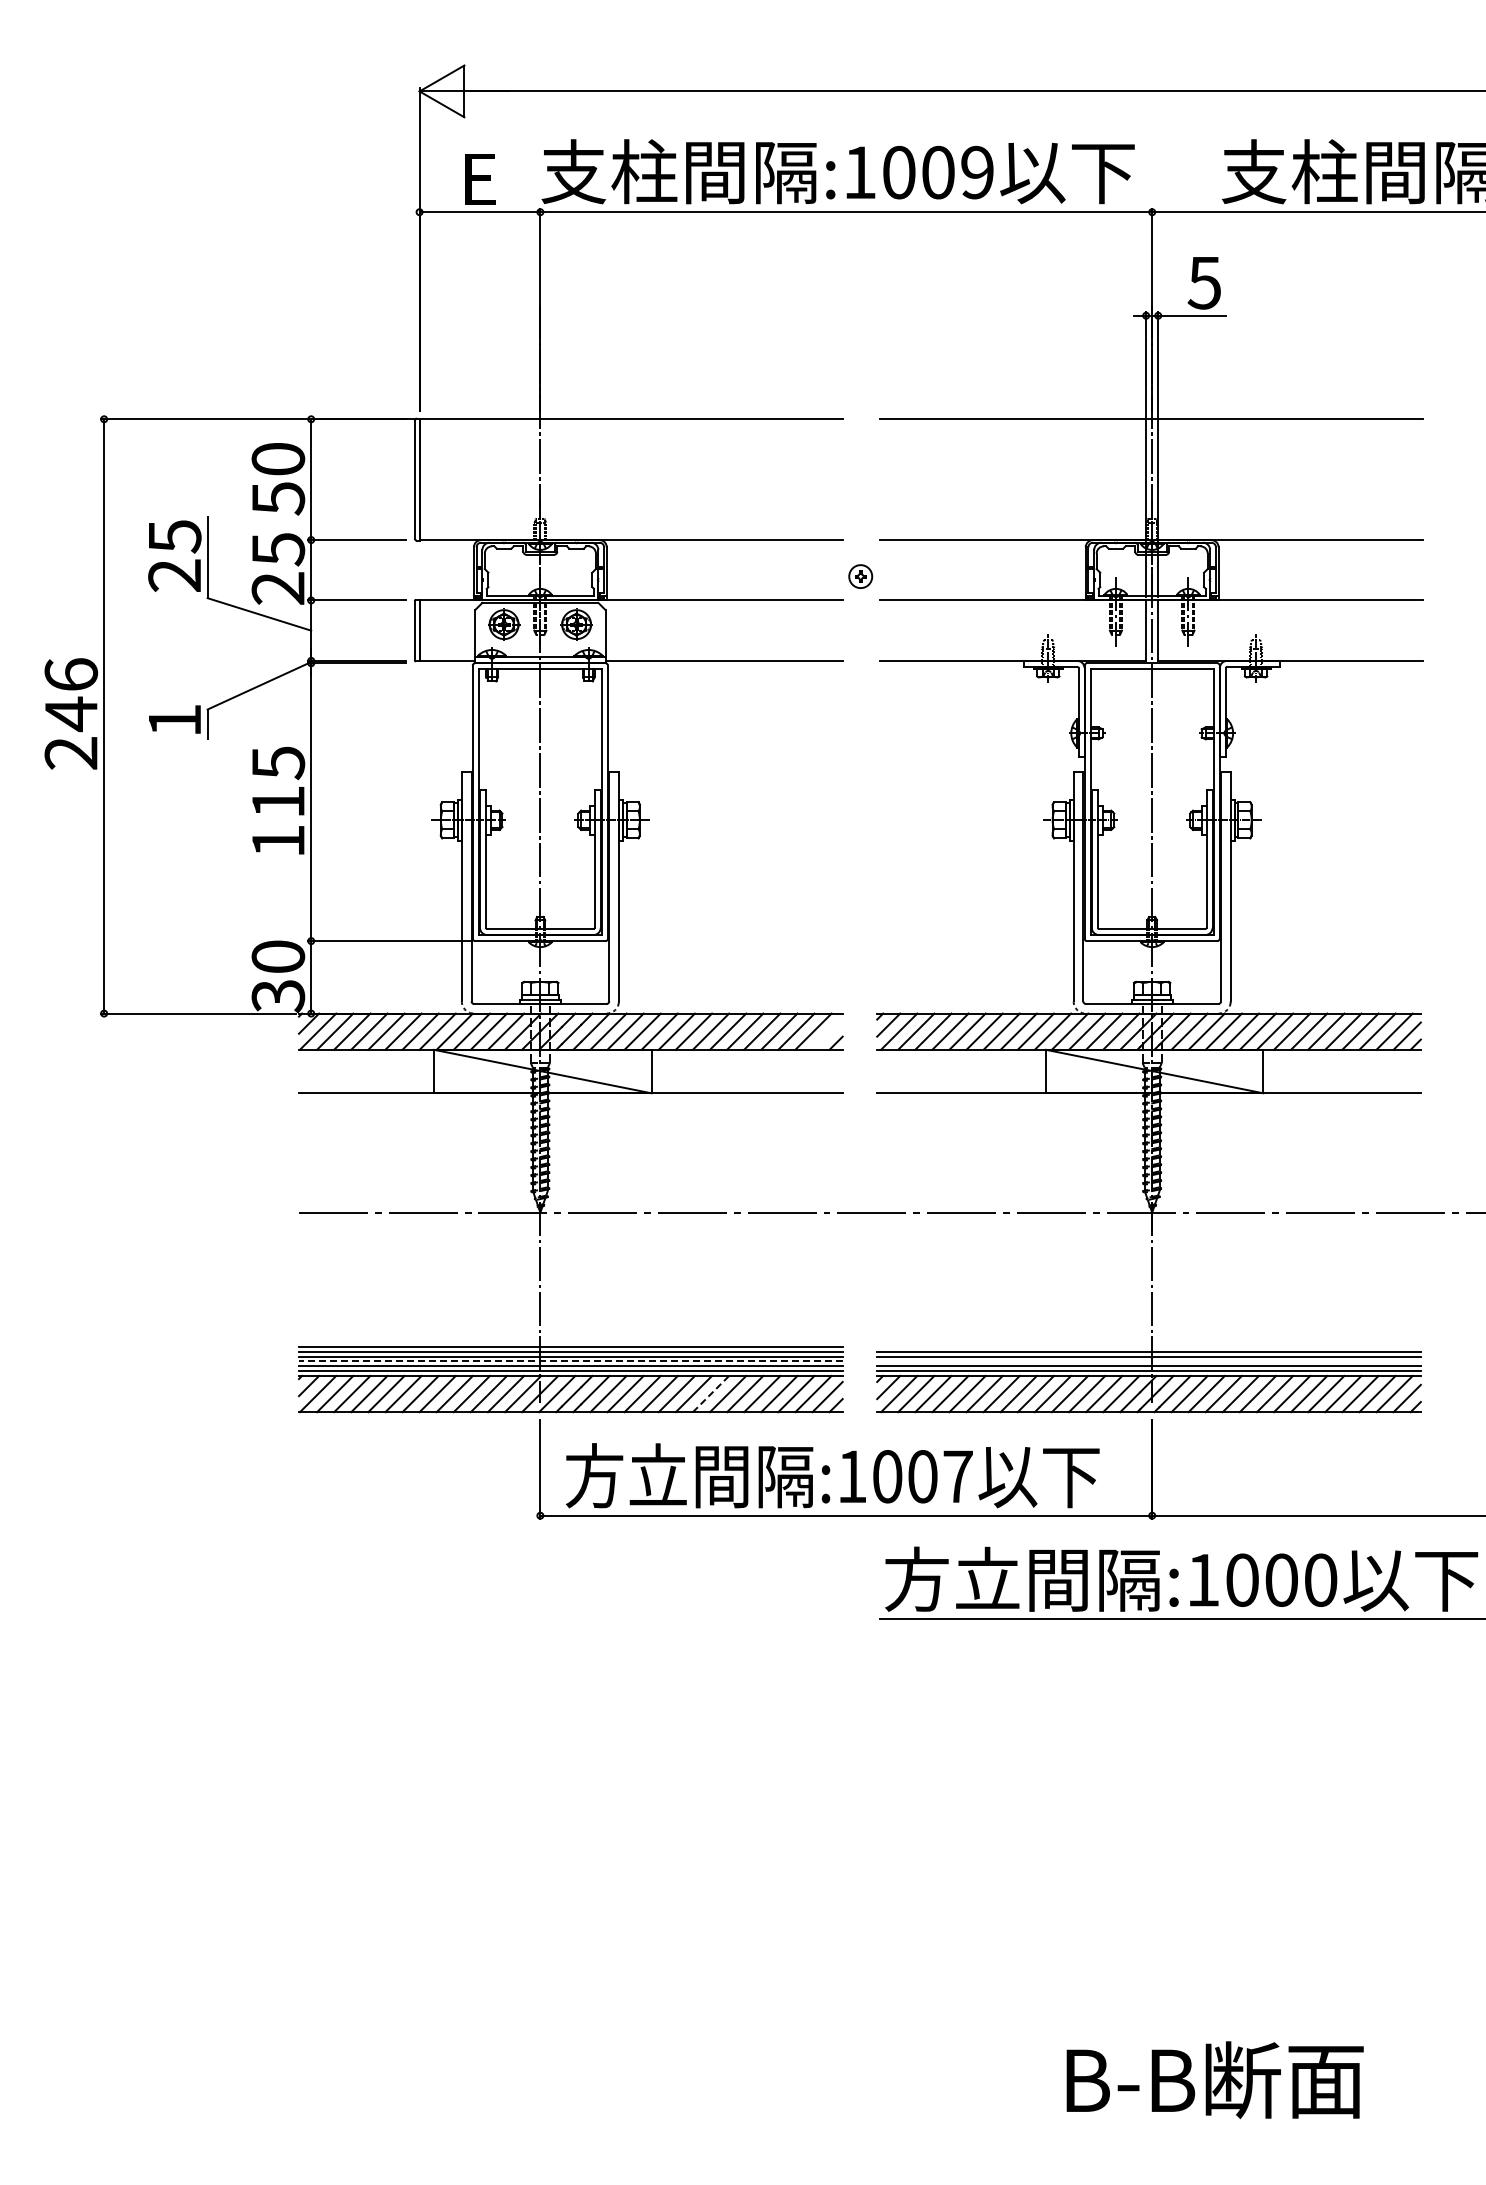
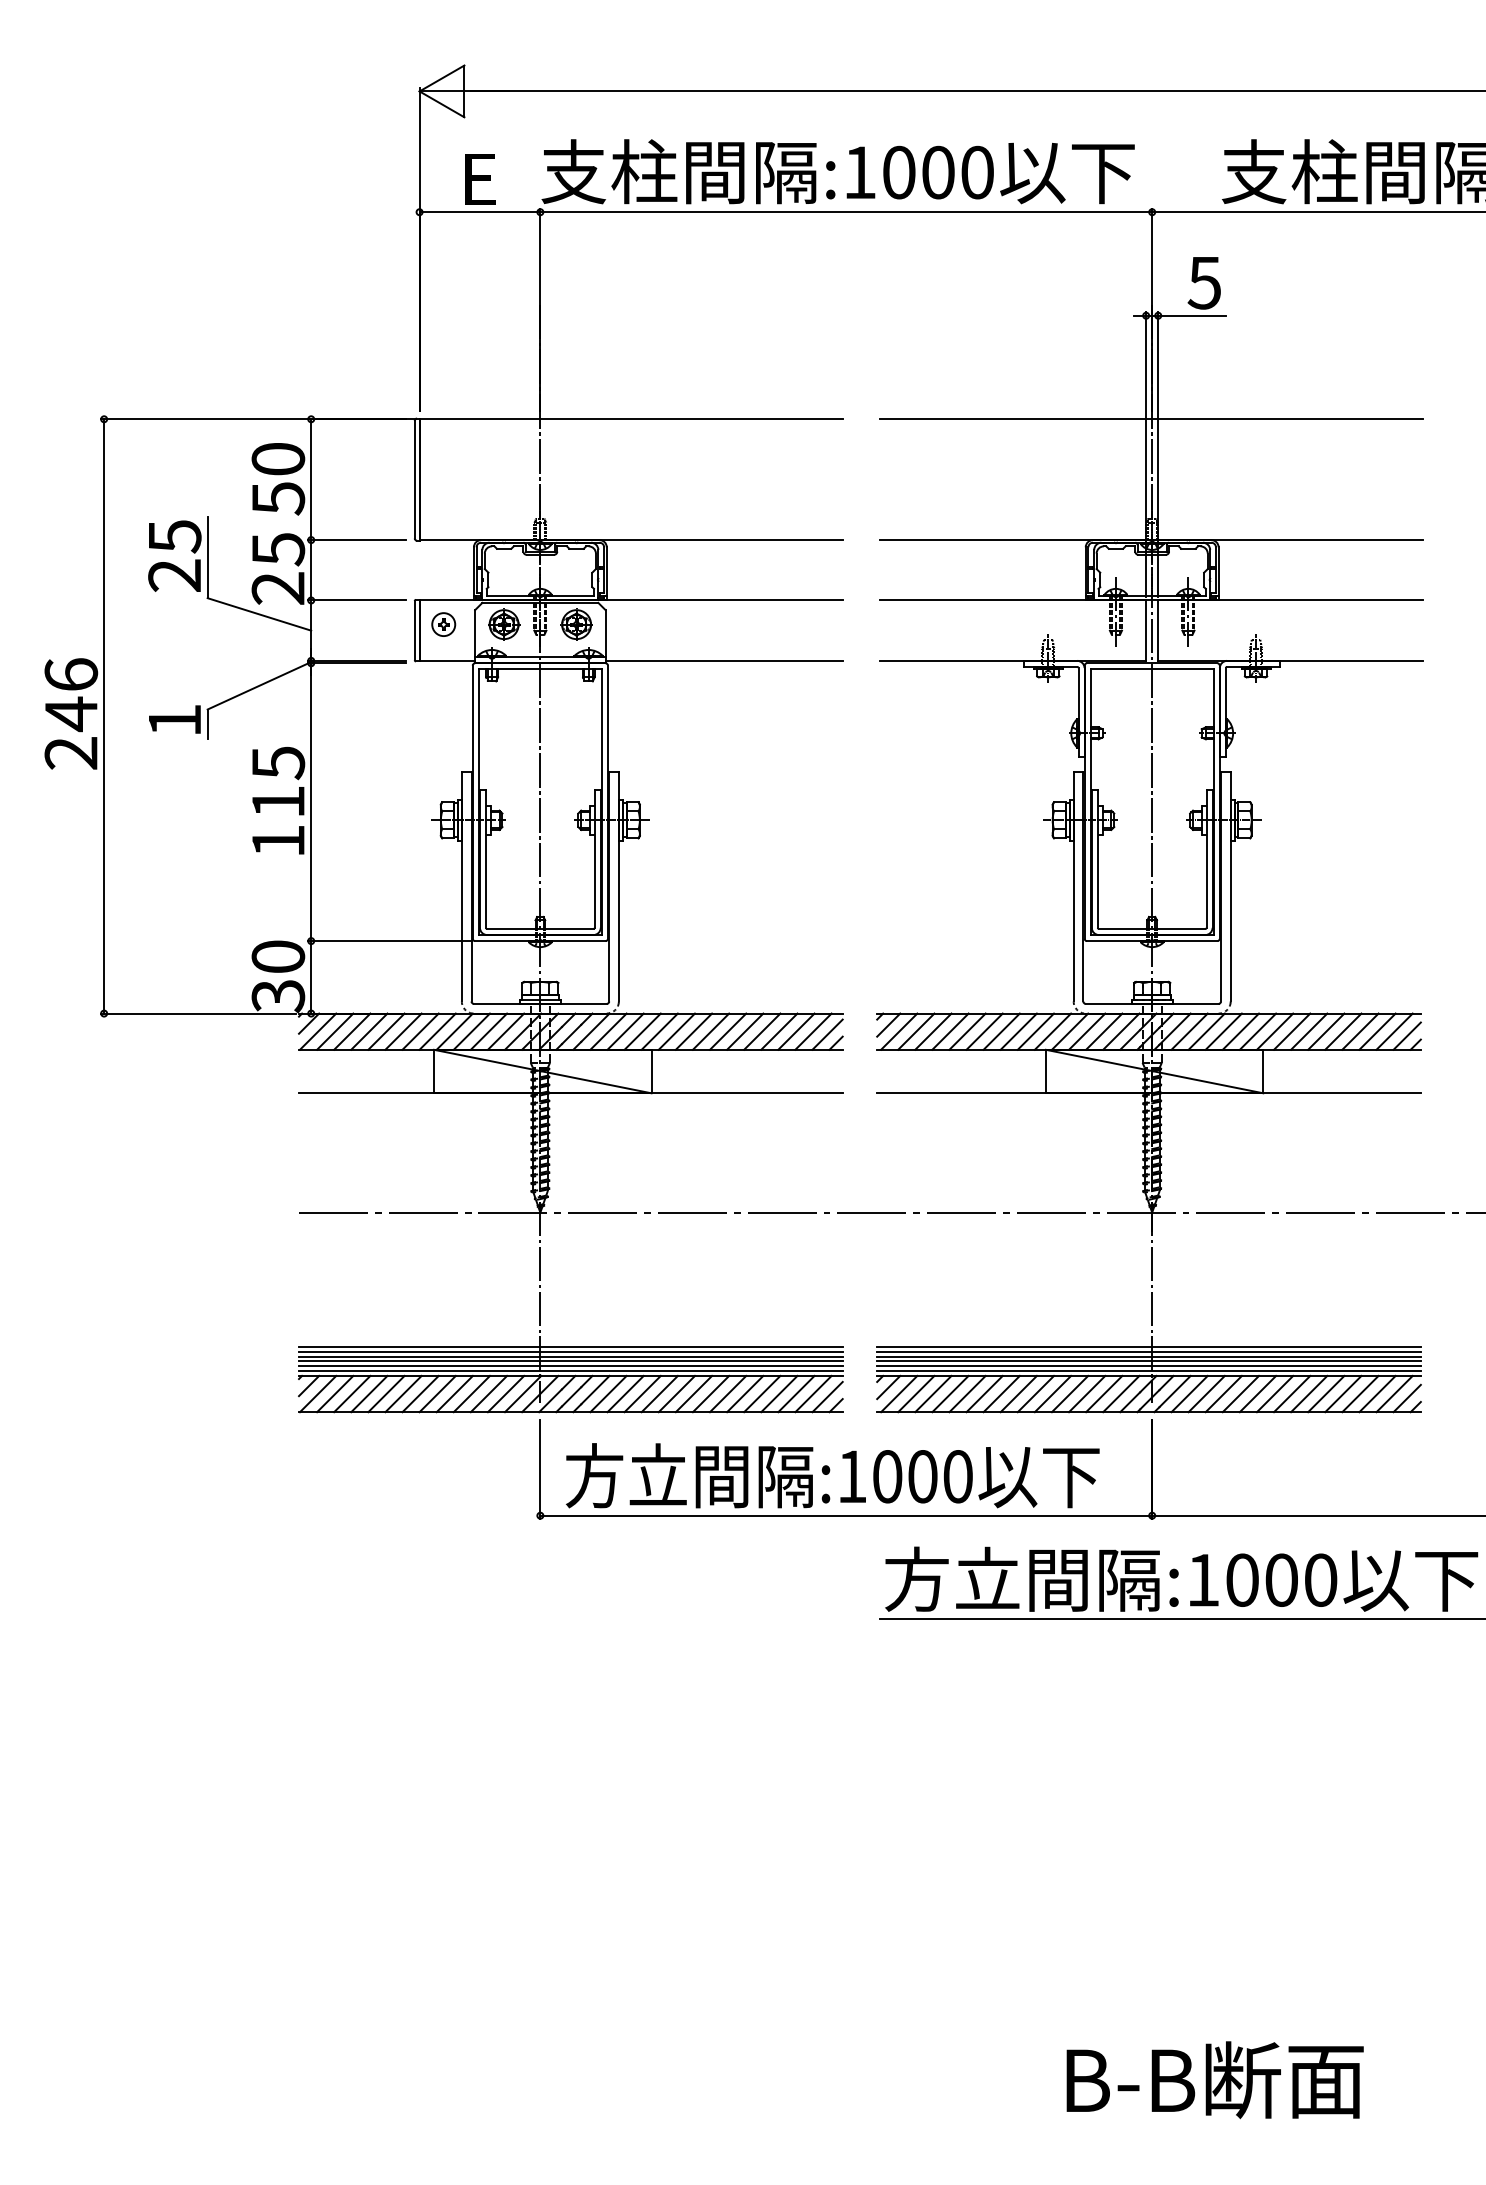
text at (977, 172): :1009 -> :1000
part at (860, 576) position: (860, 576) -> (443, 624)
line at (827, 1034): none -> present
line at (1148, 1346): none -> present
line at (570, 1361): dashed -> solid
line at (1148, 1361): none -> present
line at (711, 1394): dashed -> solid
text at (957, 1476): :1007 -> :1000
